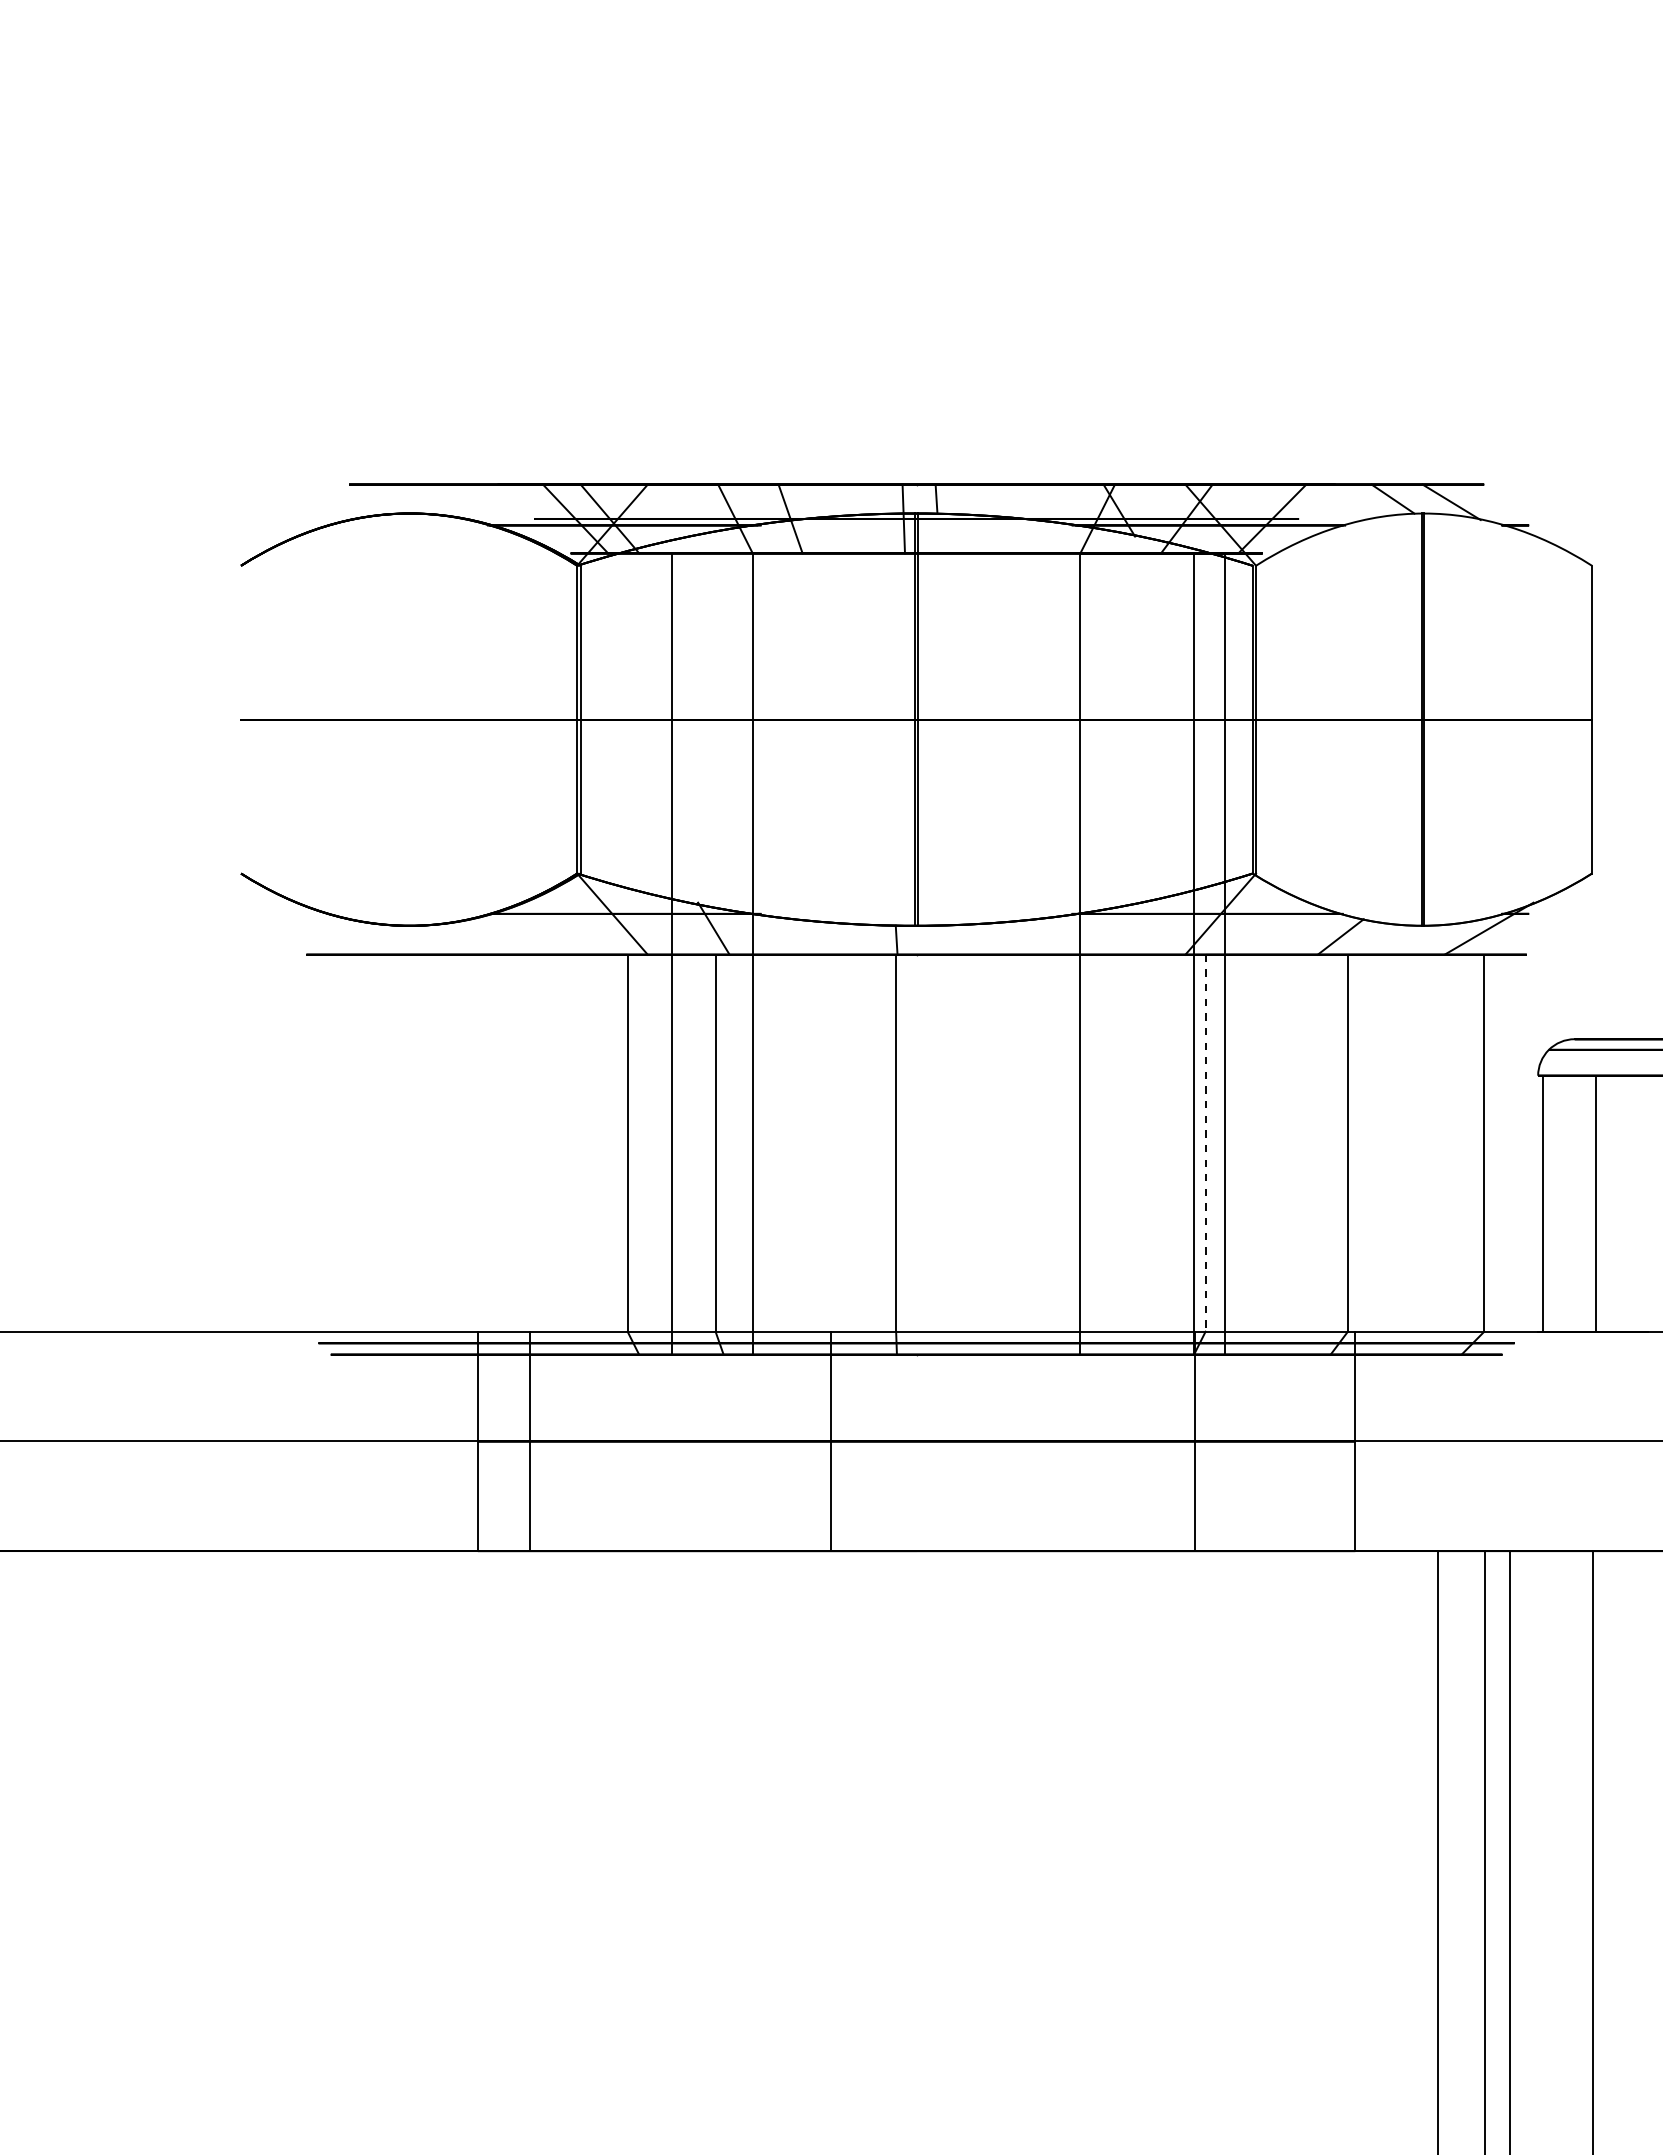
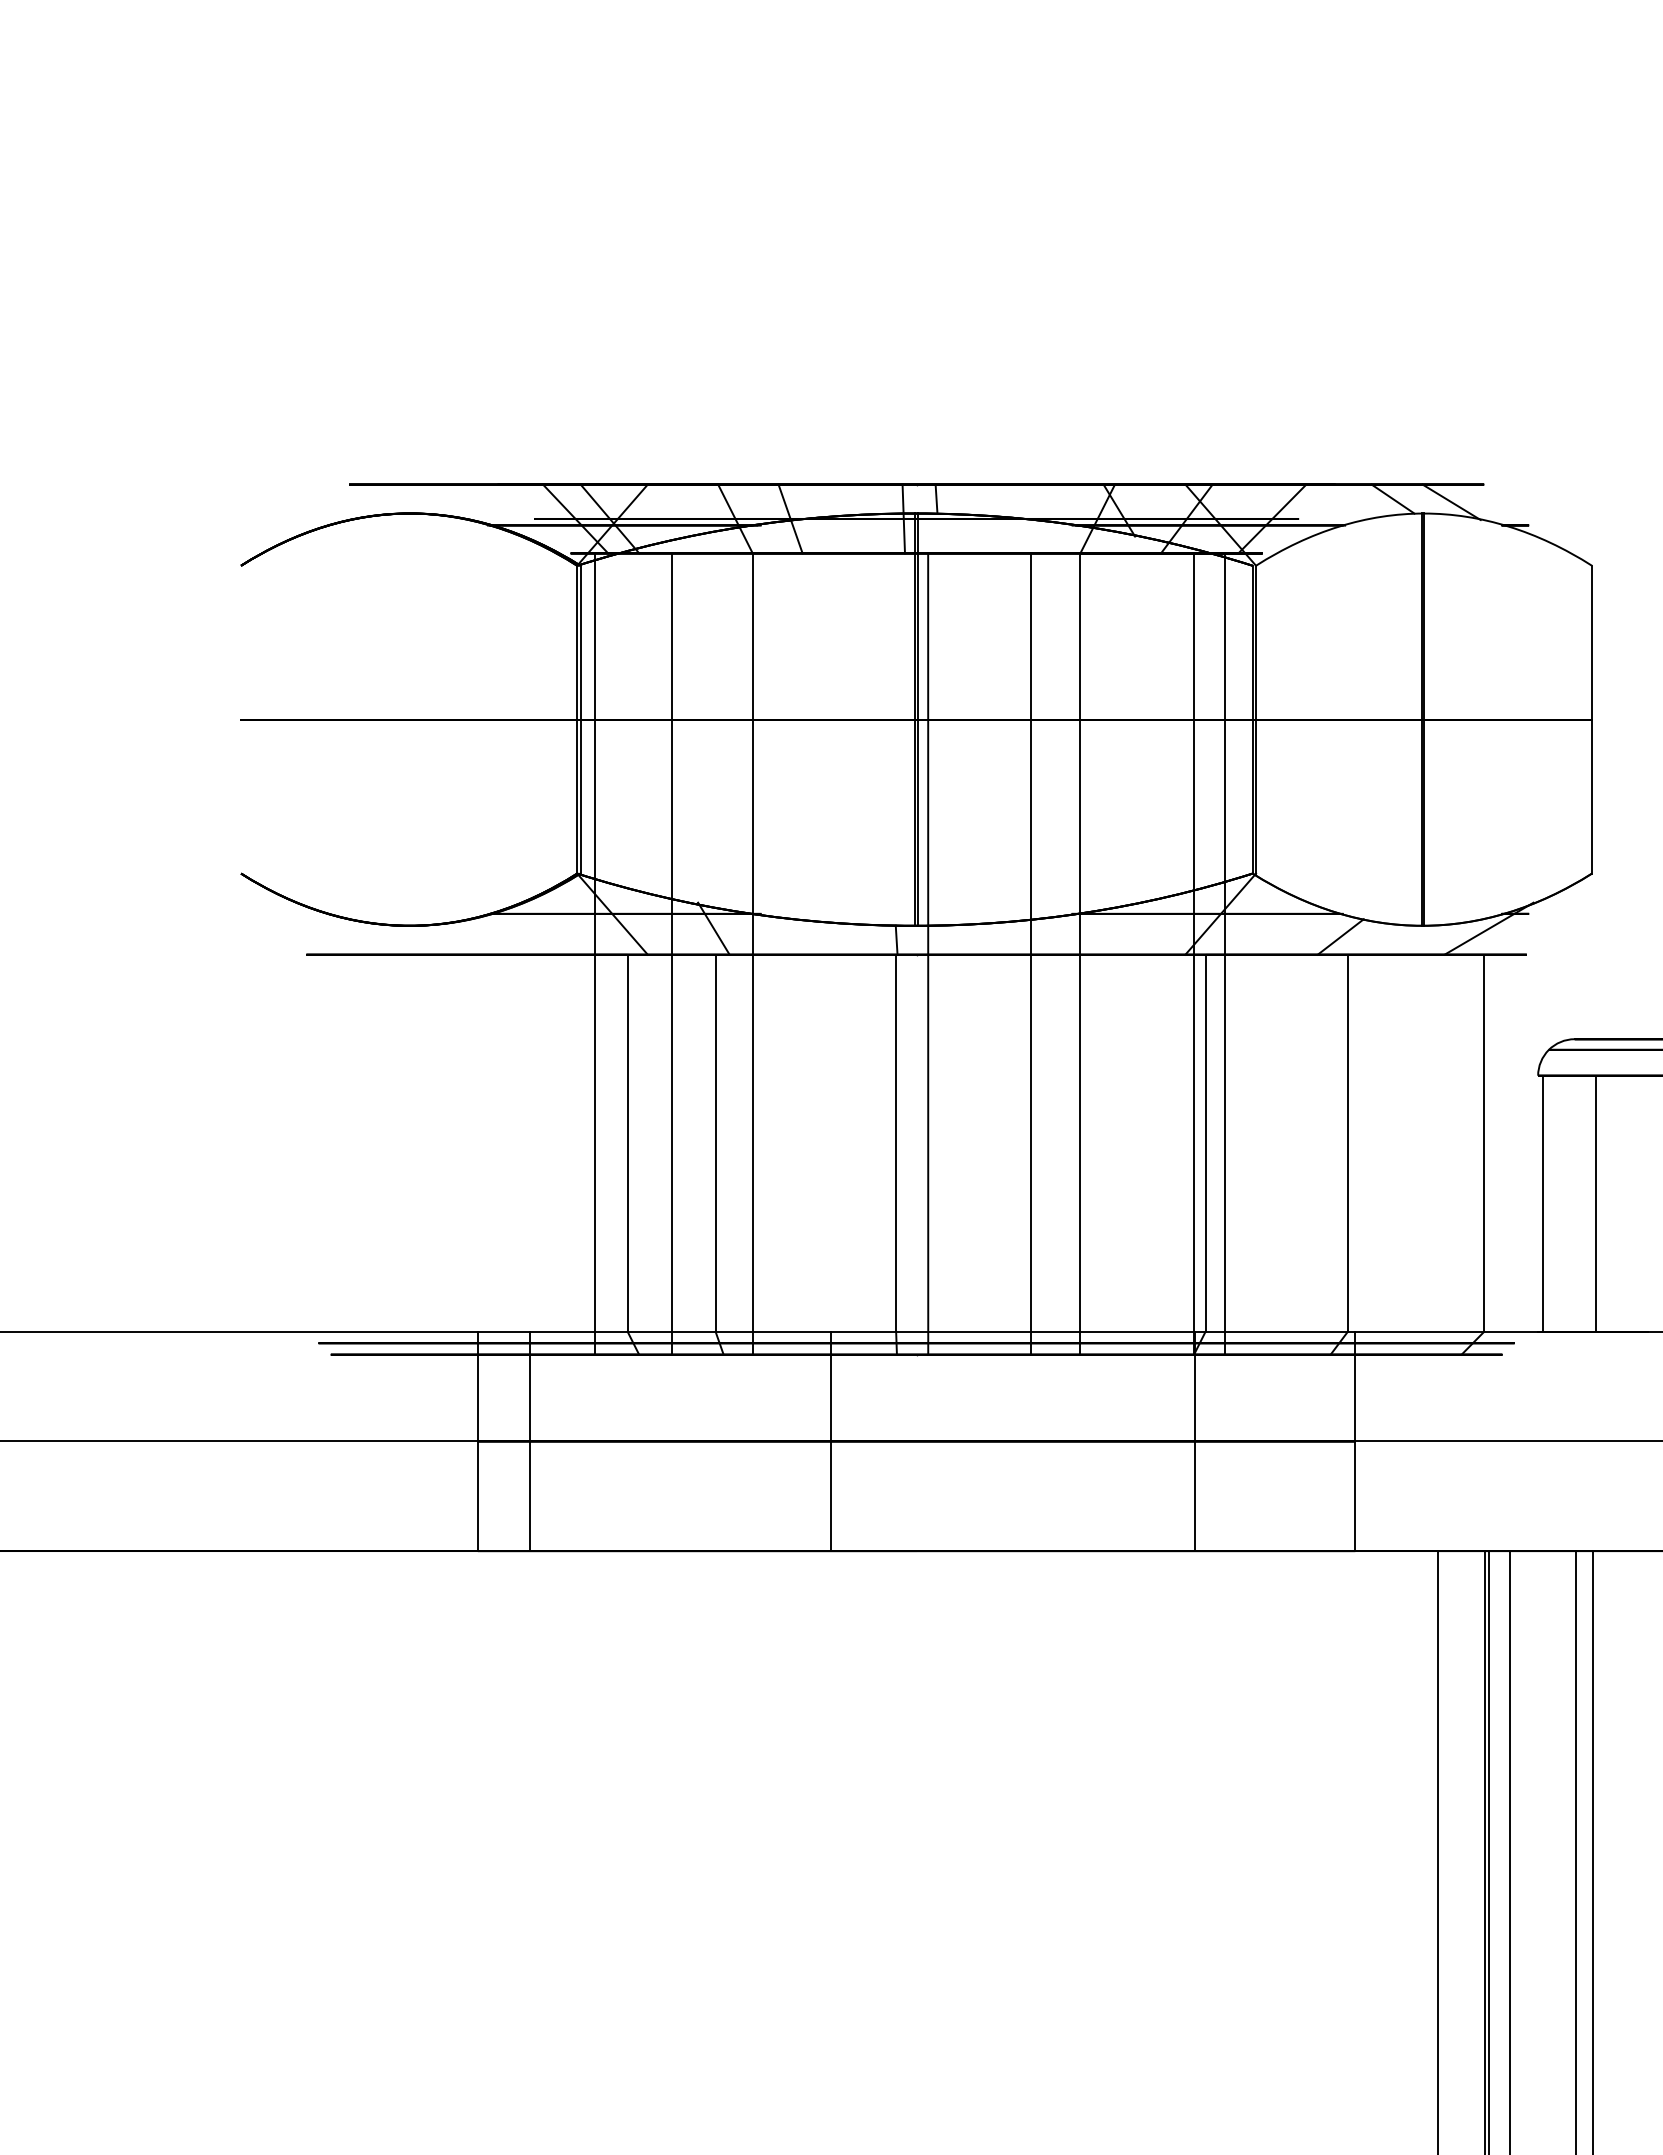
line at (594, 953): none -> present
line at (928, 953): none -> present
line at (1030, 953): none -> present
line at (1205, 1143): dashed -> solid
line at (1489, 1851): none -> present
line at (1575, 1851): none -> present
